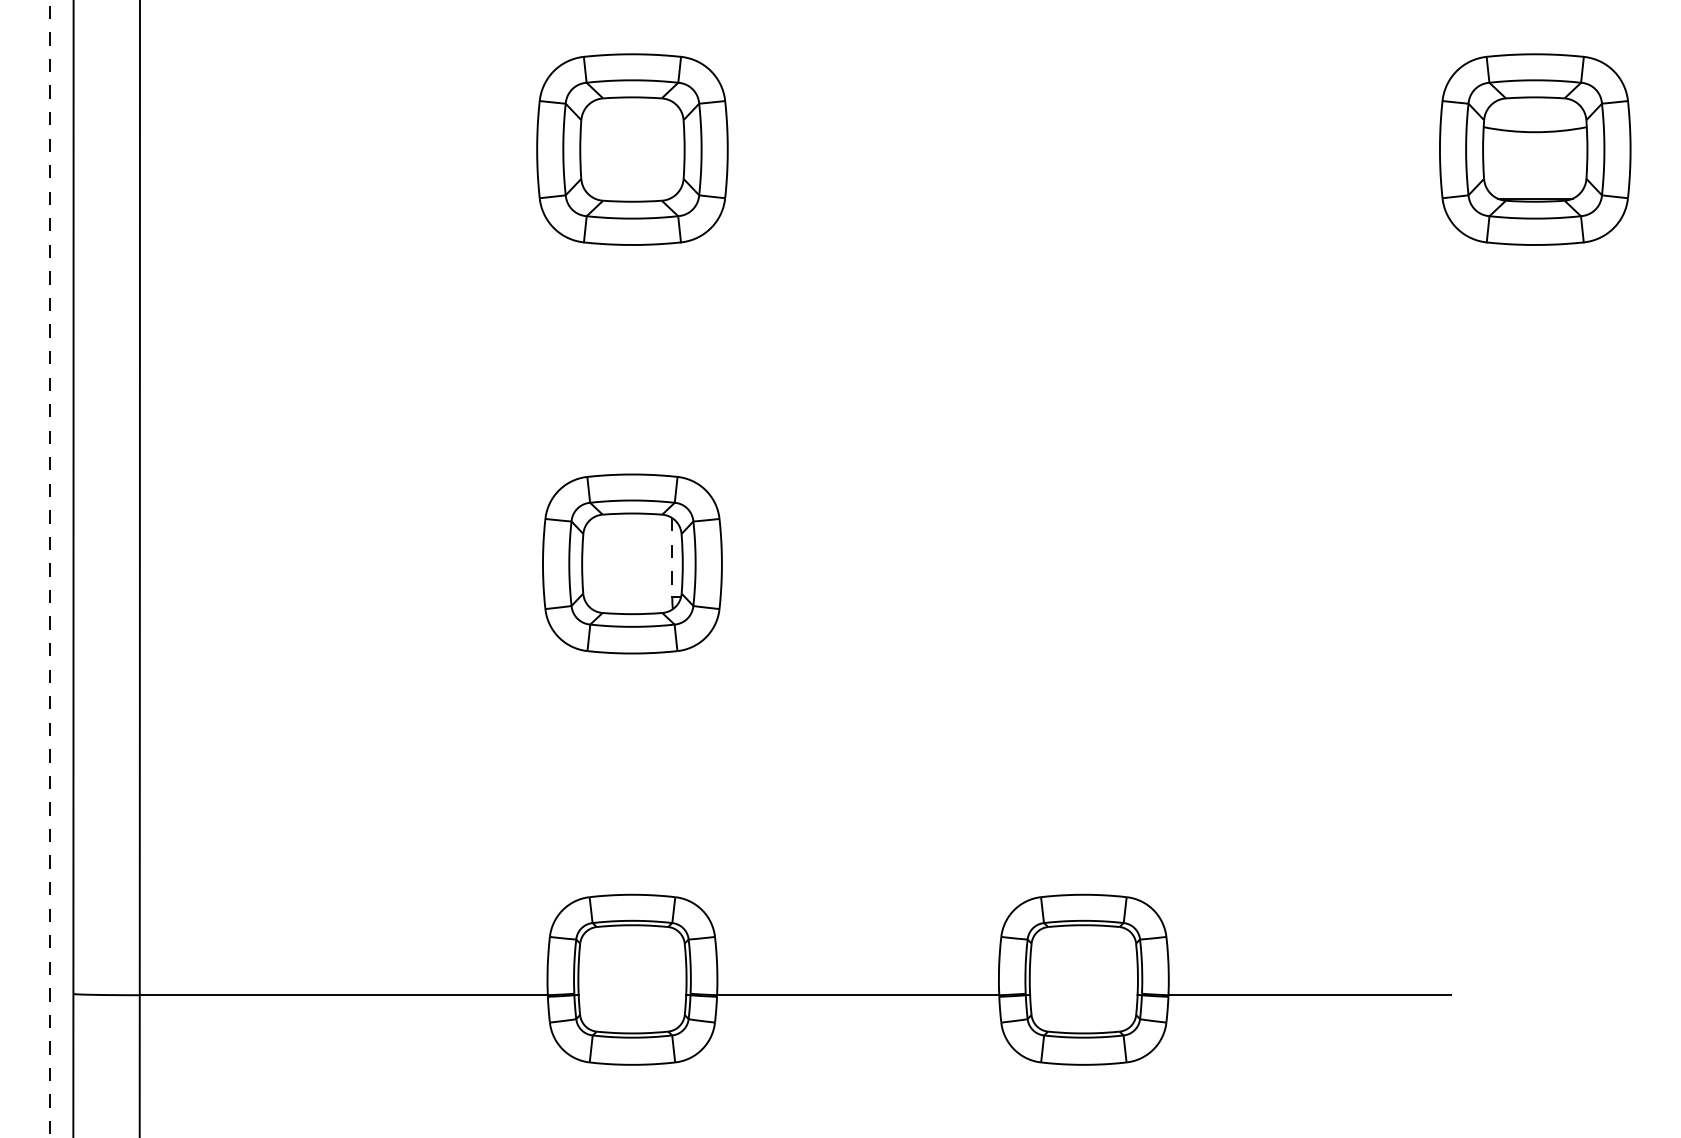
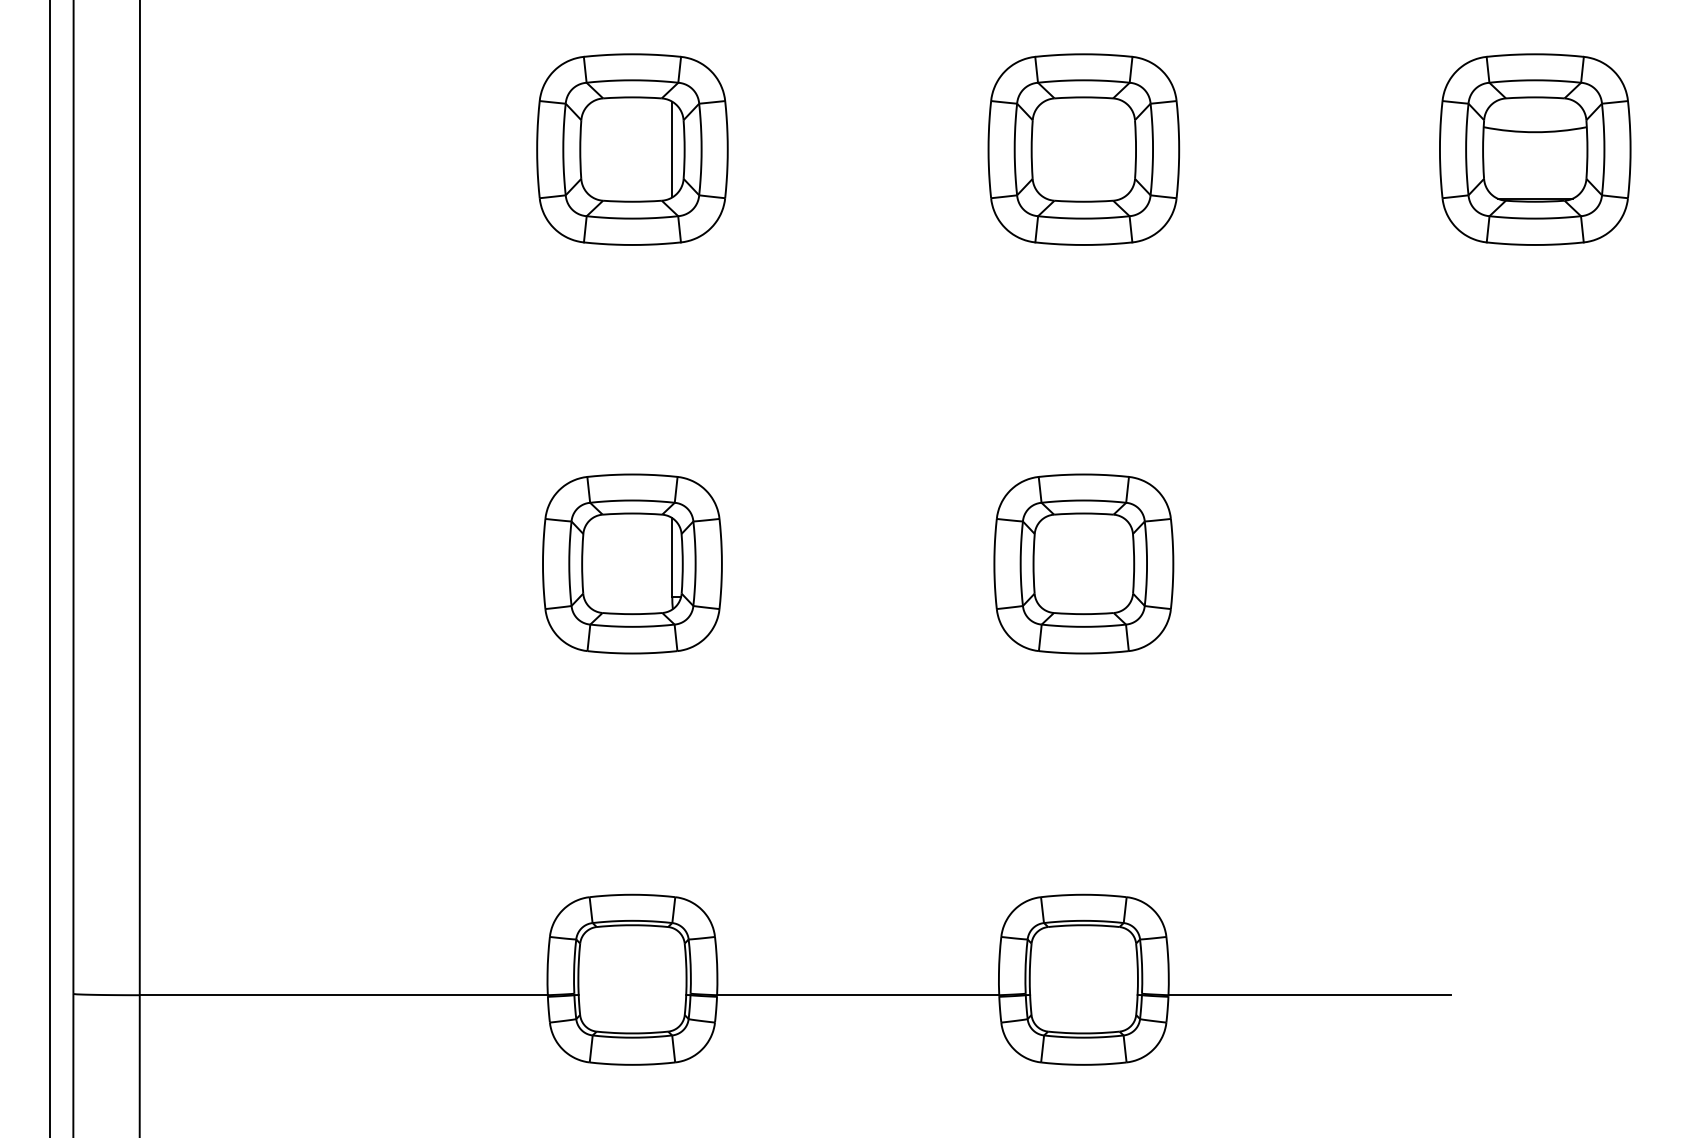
line at (672, 149): none -> present
part at (1083, 149): none -> present
line at (672, 558): dashed -> solid
part at (1083, 563): none -> present
line at (50, 568): dashed -> solid
